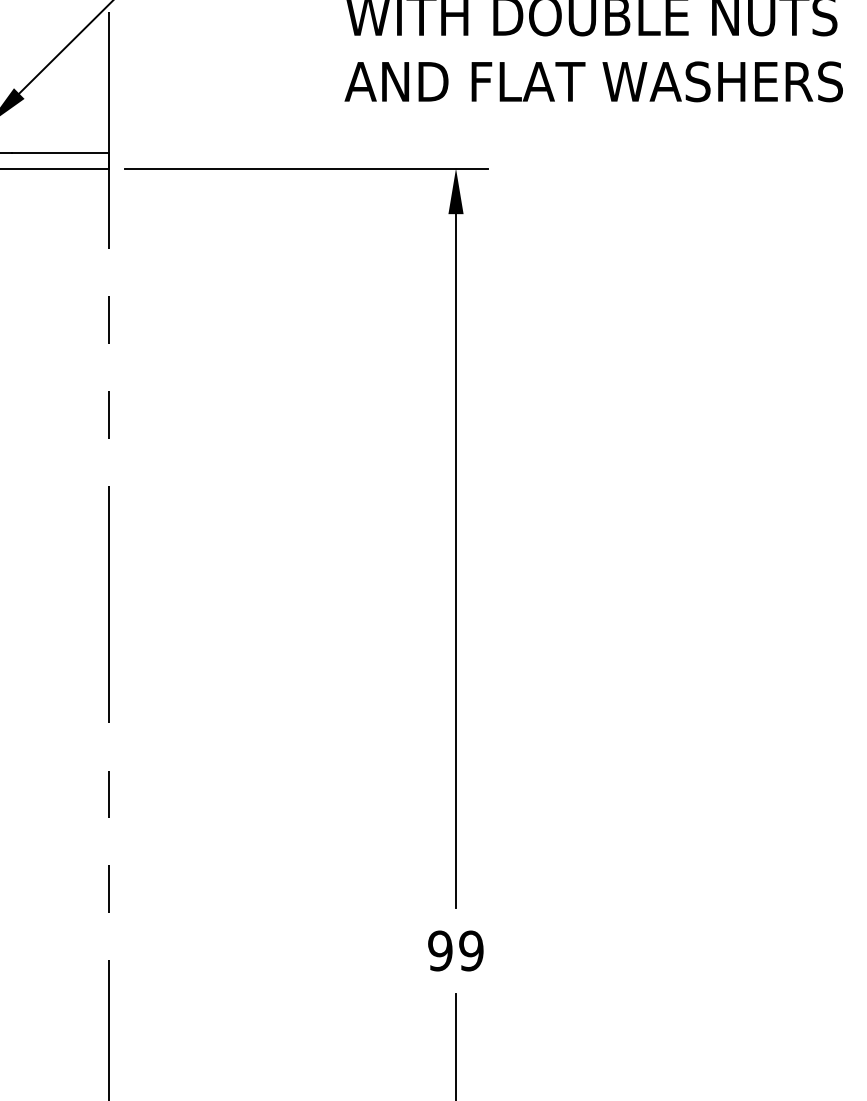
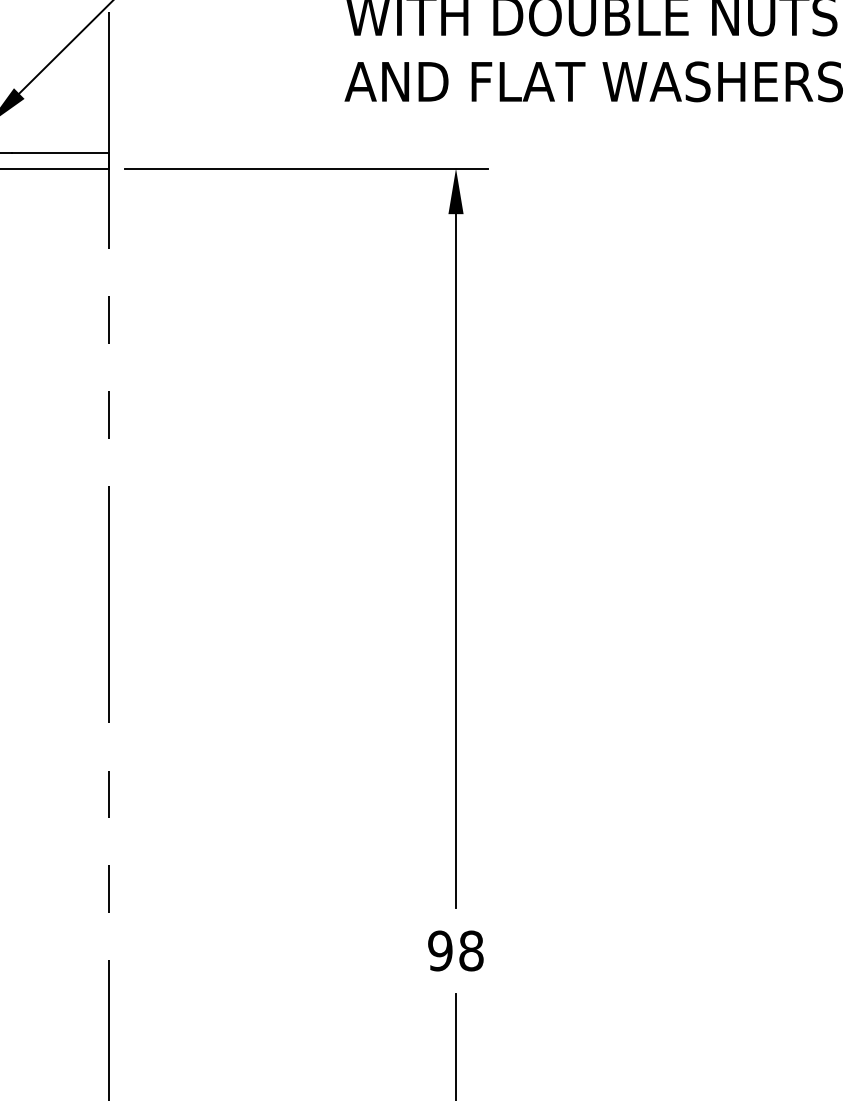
text at (471, 950): 99 -> 98
